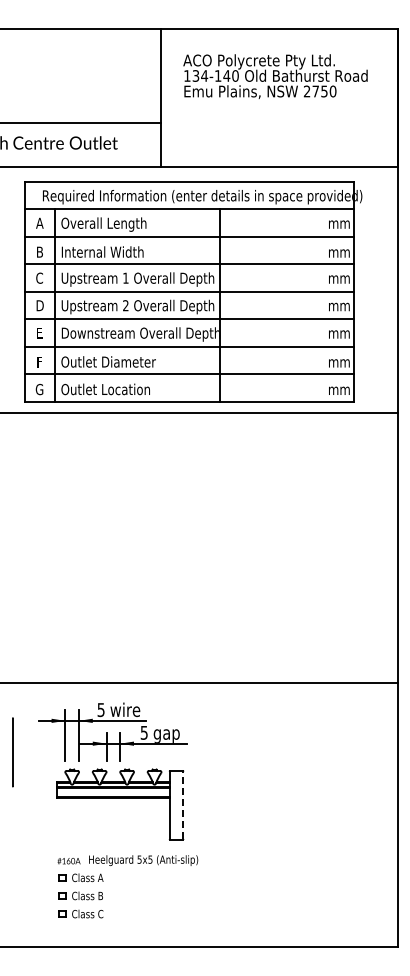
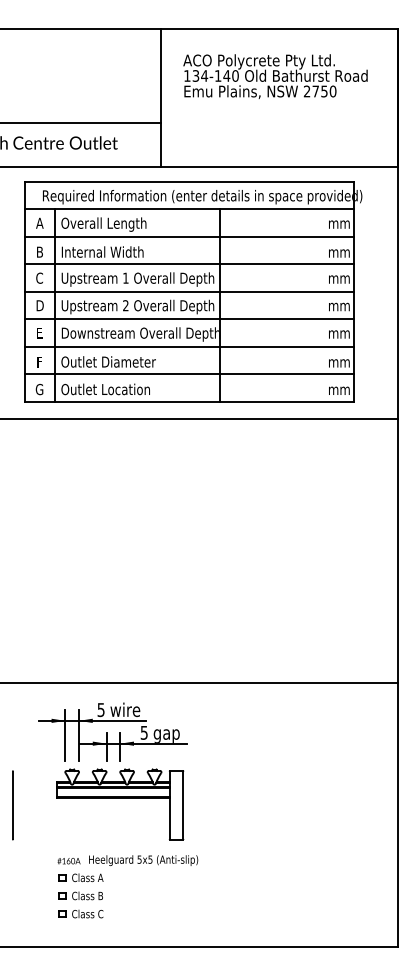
line at (199, 413) position: (199, 413) -> (199, 419)
line at (12, 752) position: (12, 752) -> (12, 805)
line at (183, 805): dashed -> solid
